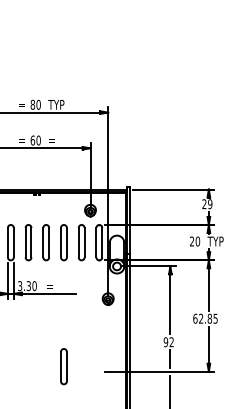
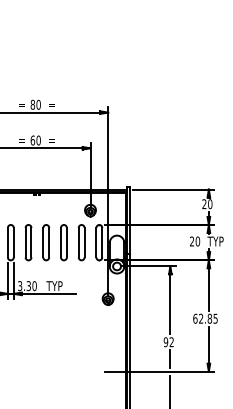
text at (56, 104): TYP -> =
text at (210, 204): 29 -> 20
text at (54, 285): = -> TYP
part at (63, 366): present -> none
